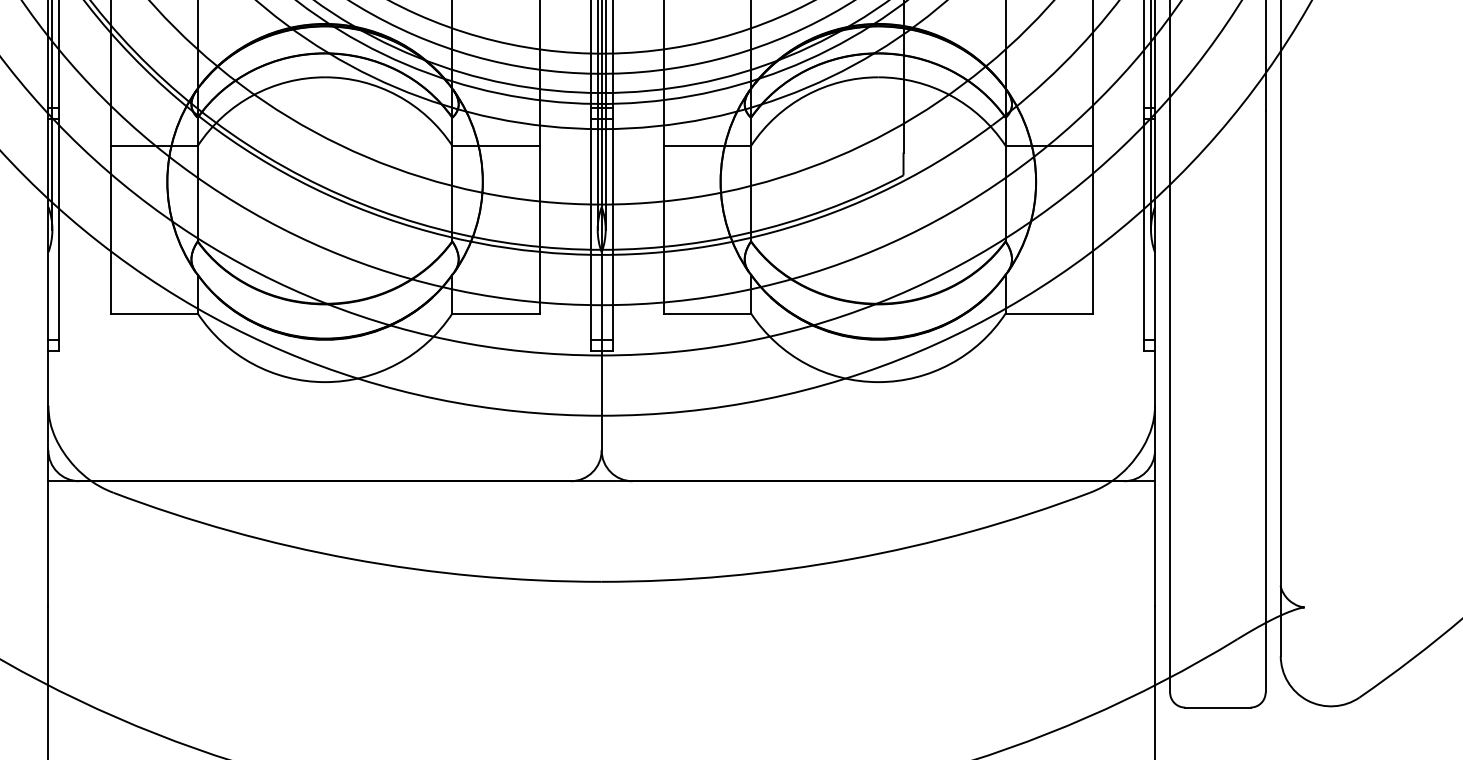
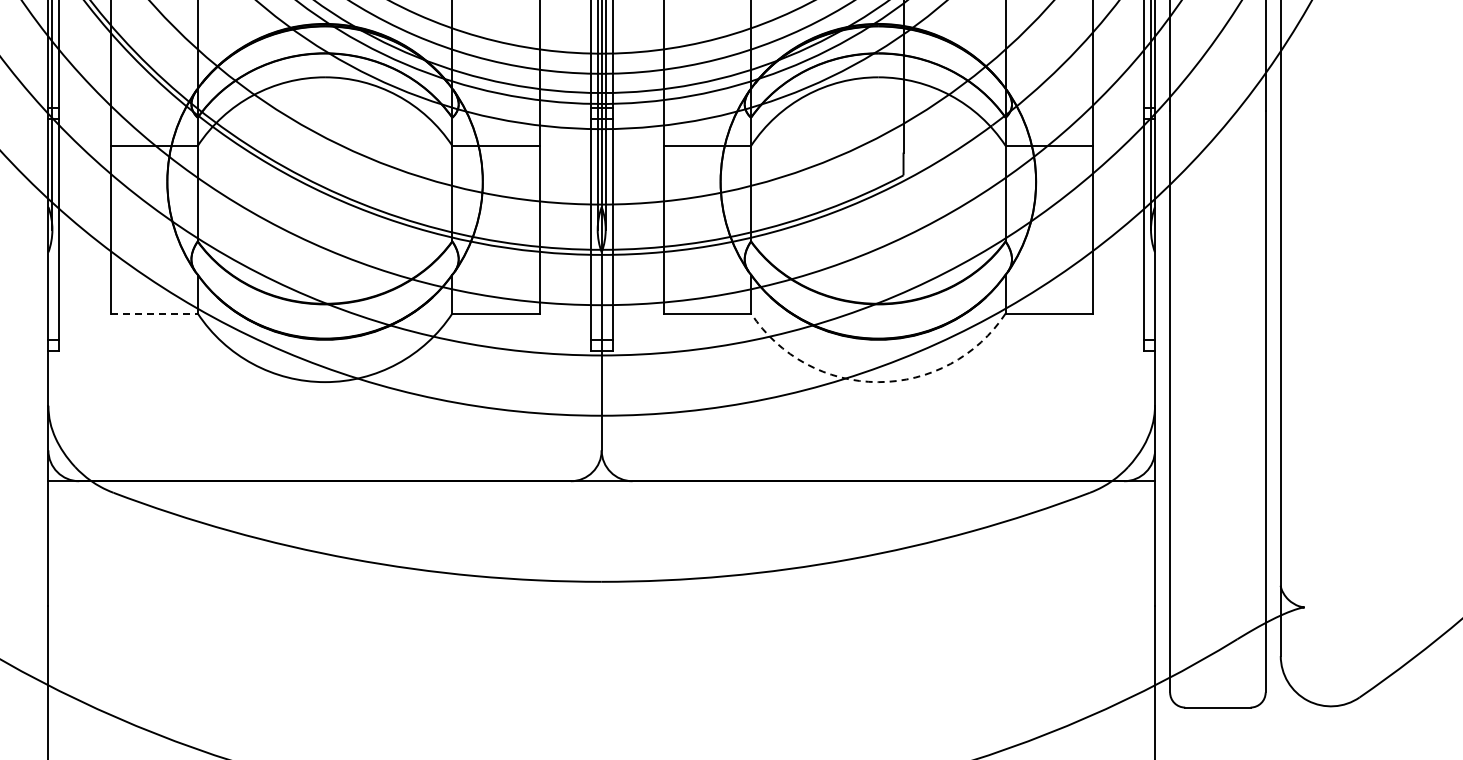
line at (154, 313): solid -> dashed
arc at (878, 382): solid -> dashed
